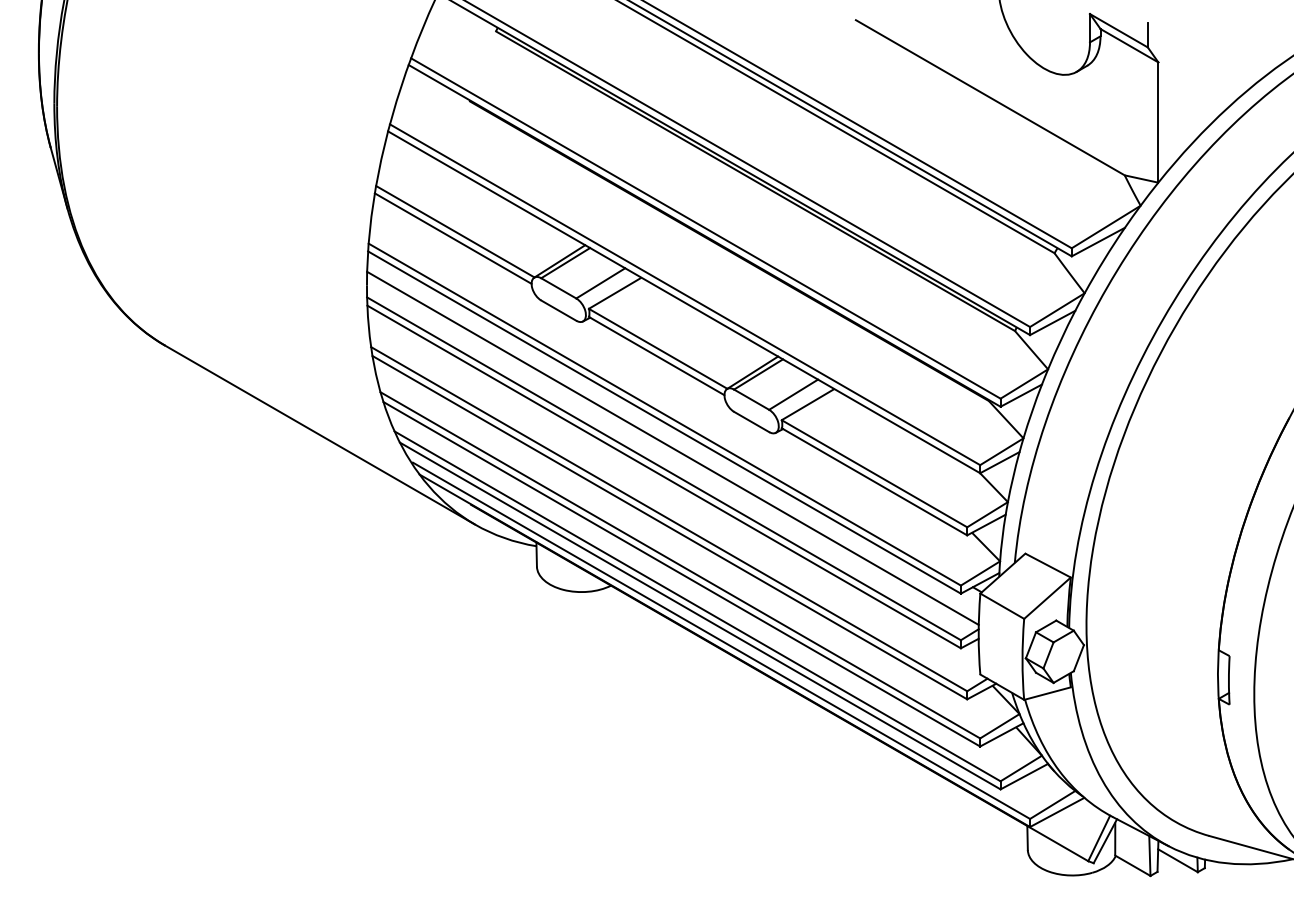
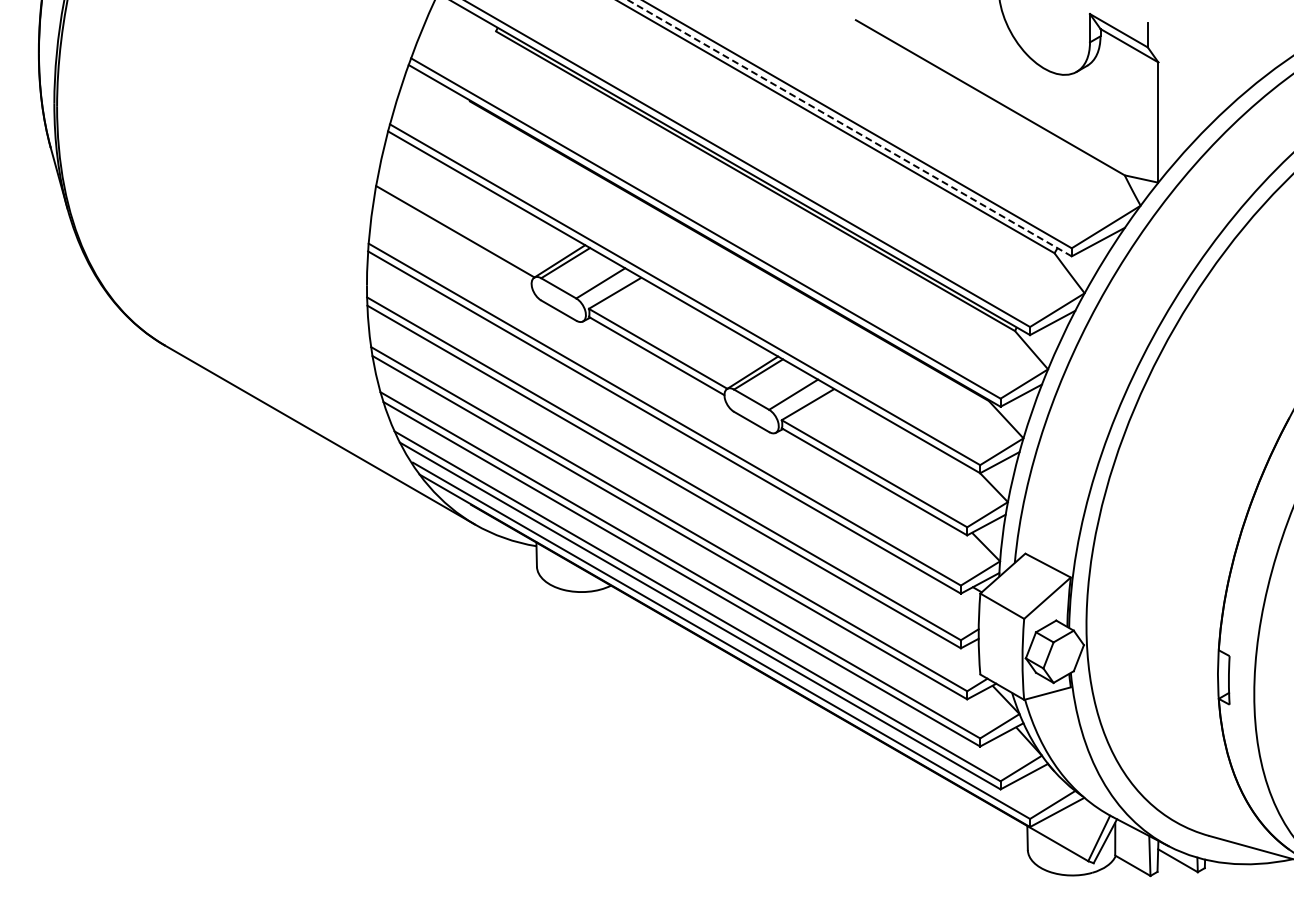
line at (850, 128): solid -> dashed
line at (452, 238): present -> none
line at (672, 447): present -> none
